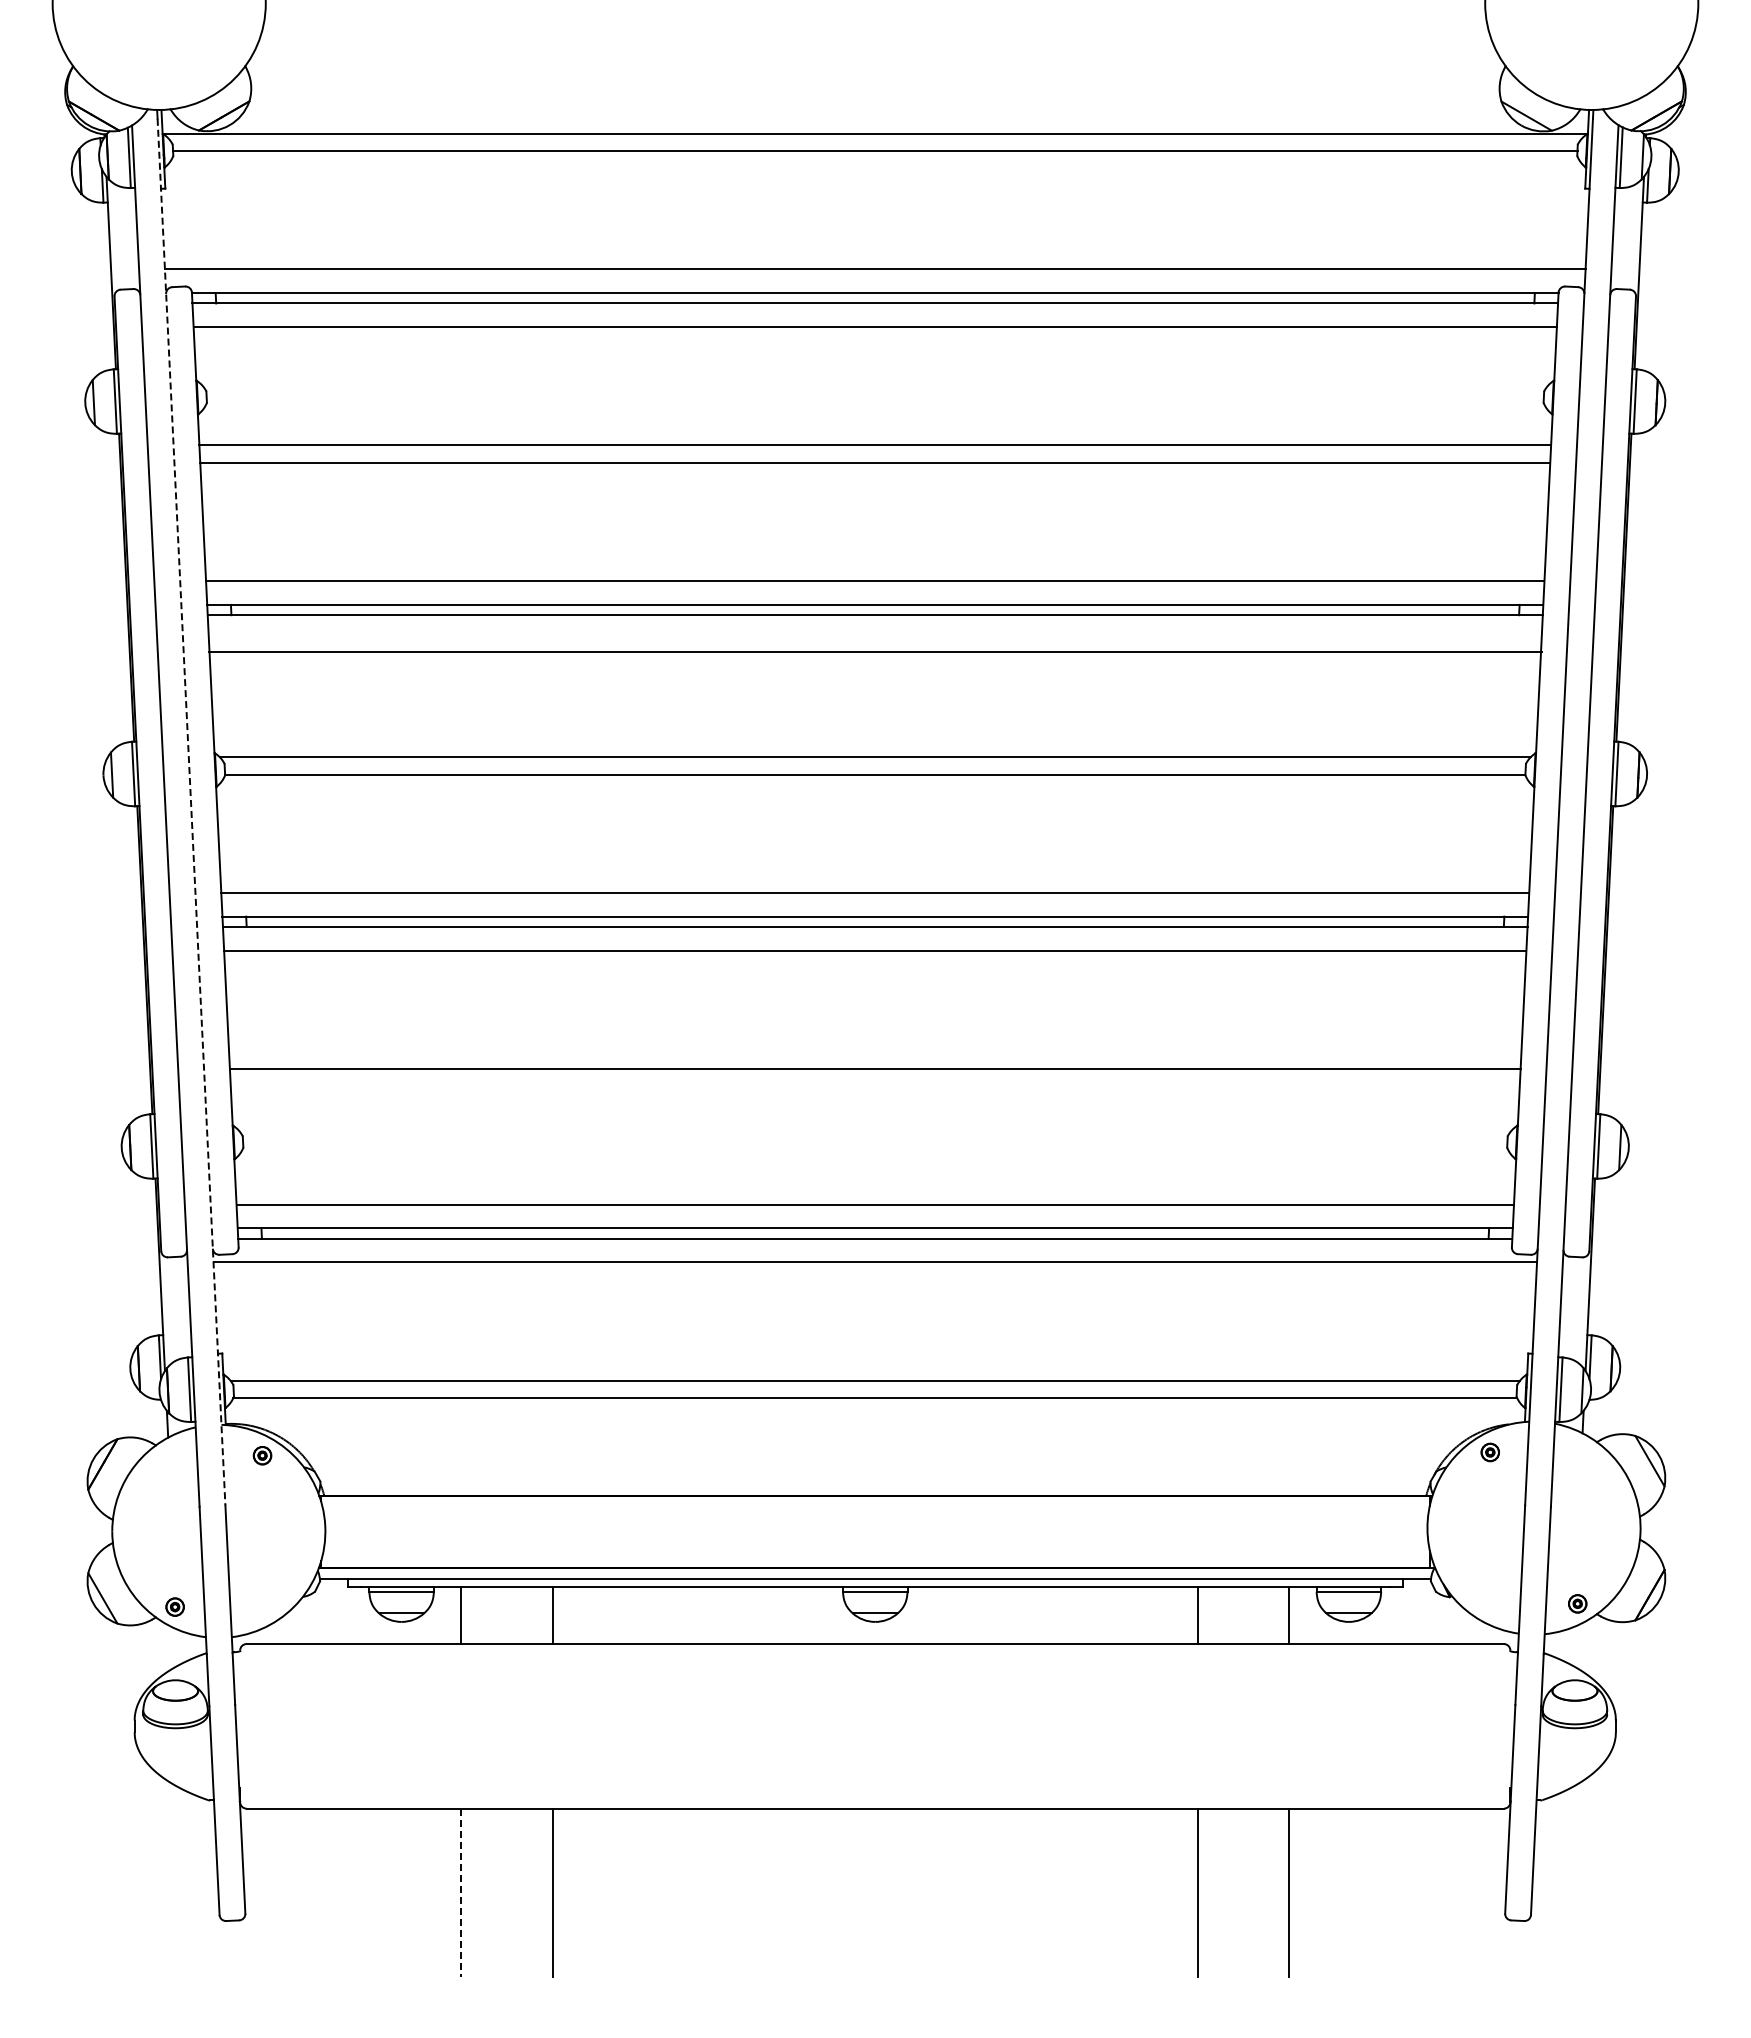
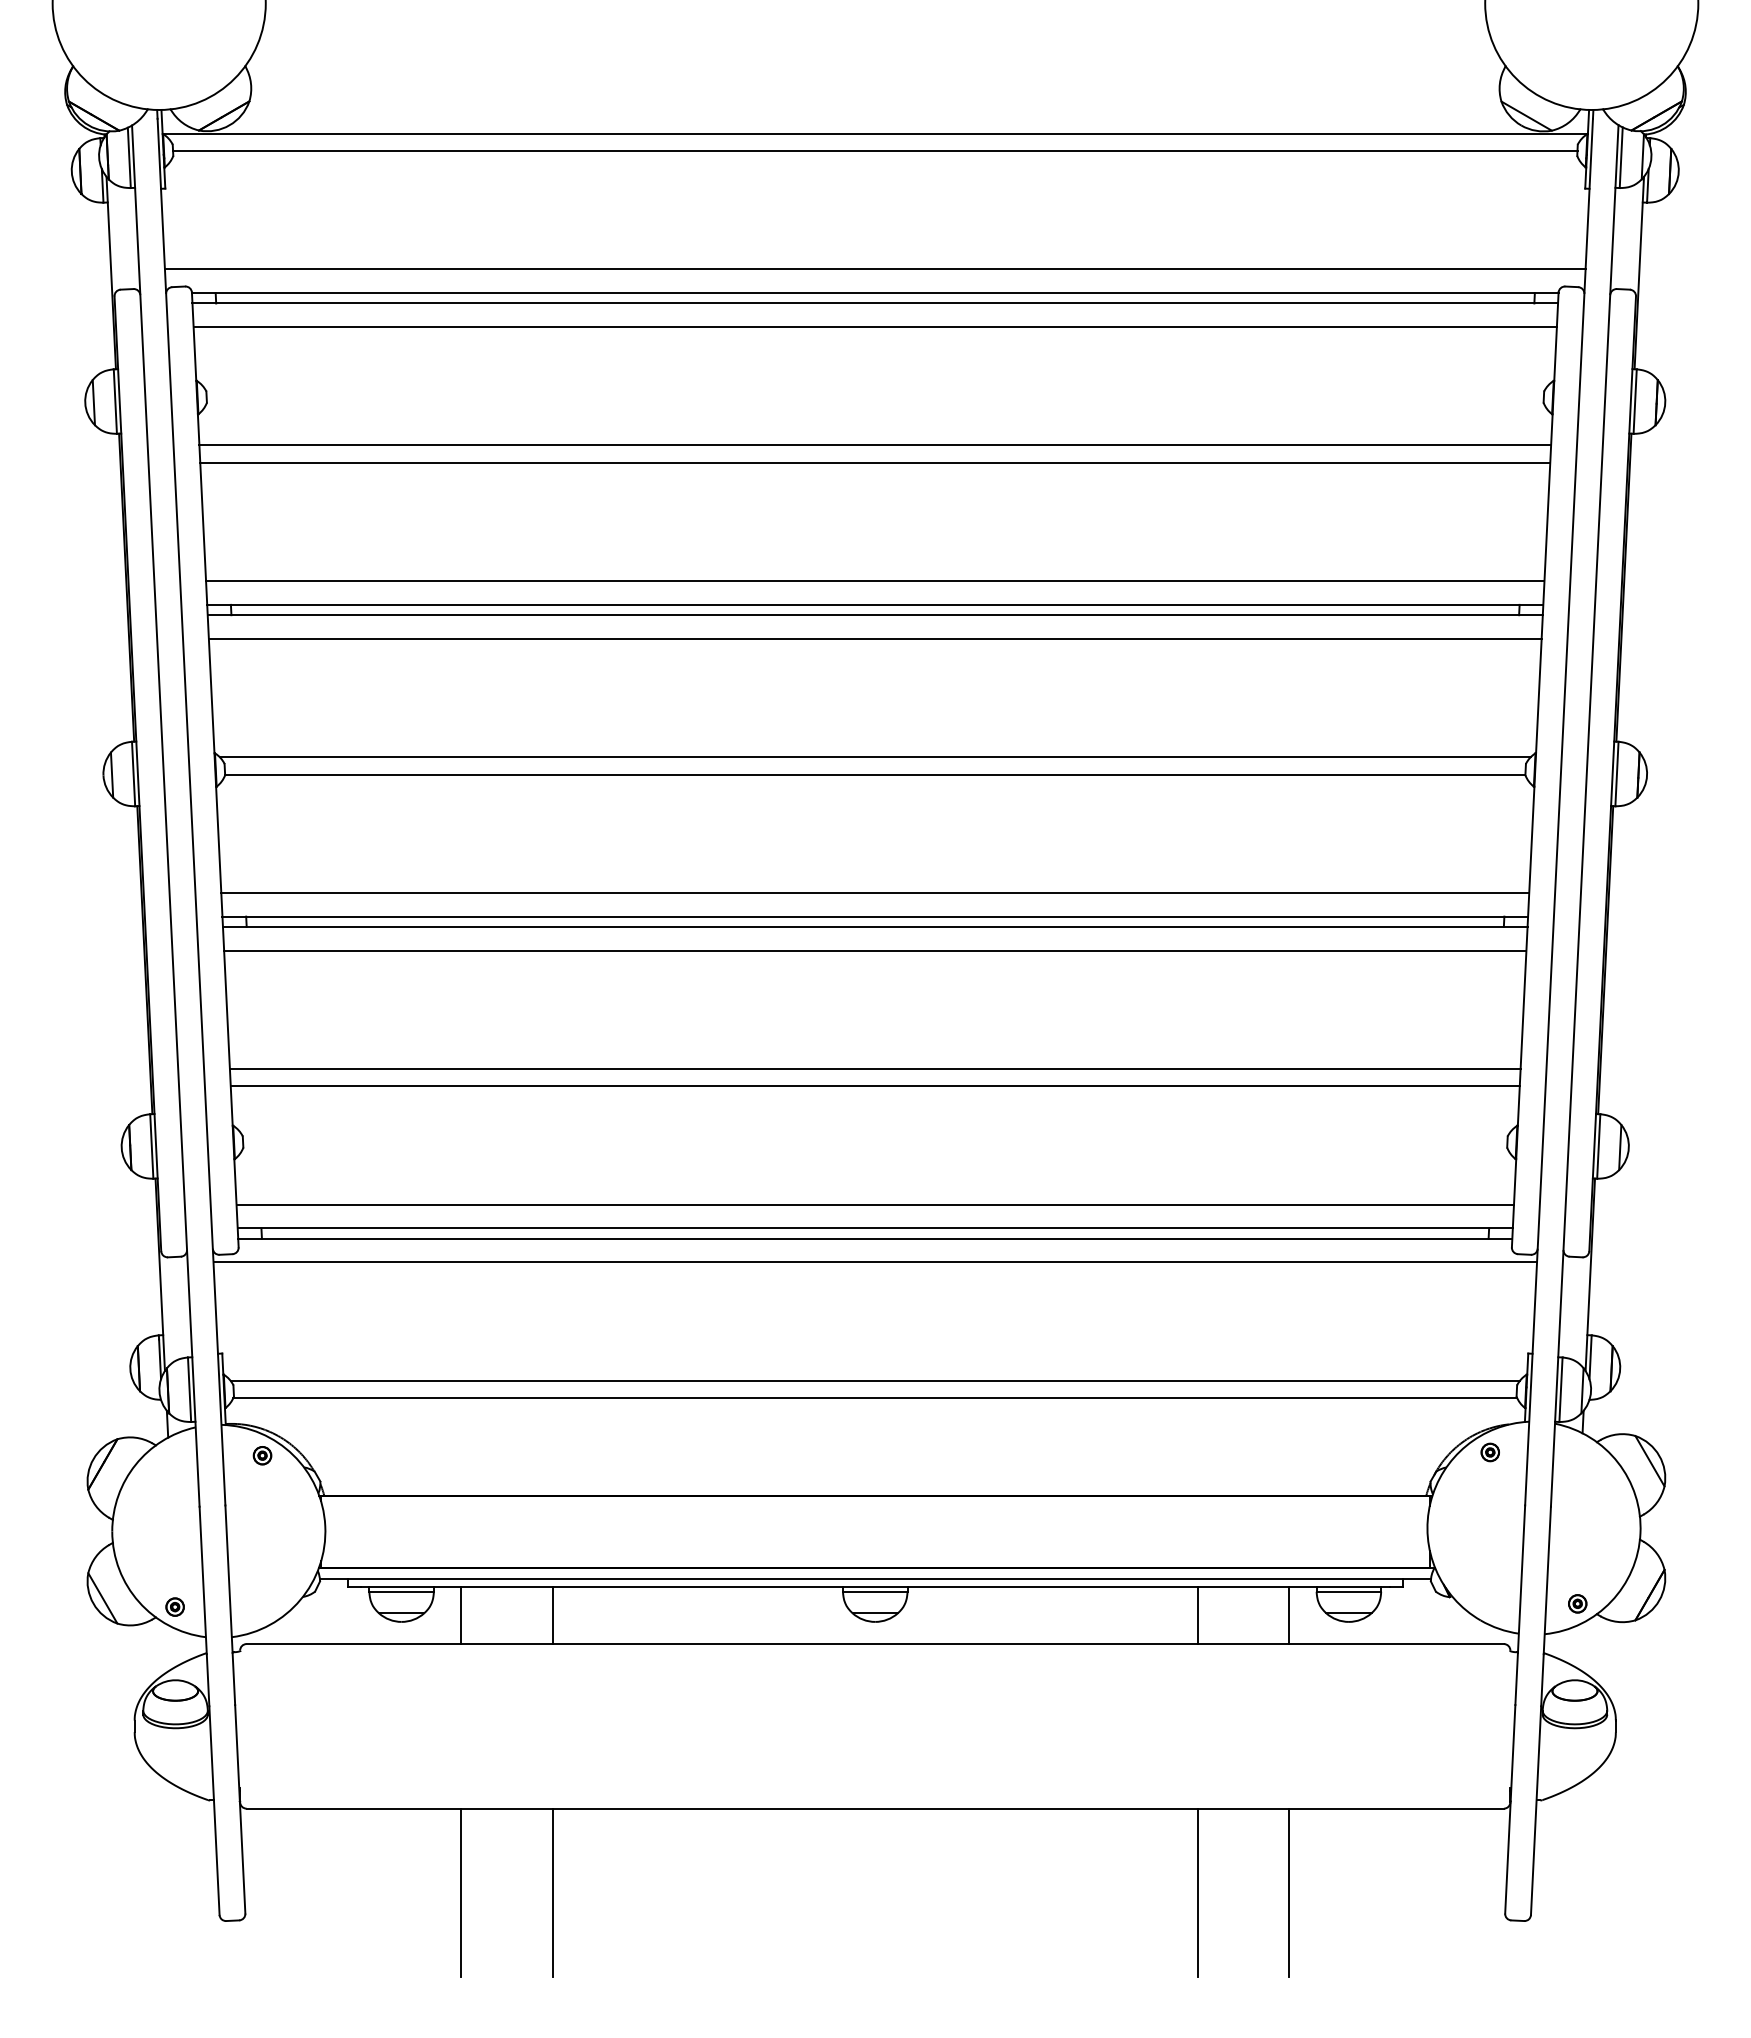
line at (874, 651) position: (874, 651) -> (874, 638)
line at (191, 812): dashed -> solid
line at (874, 1086): none -> present
line at (461, 1893): dashed -> solid
